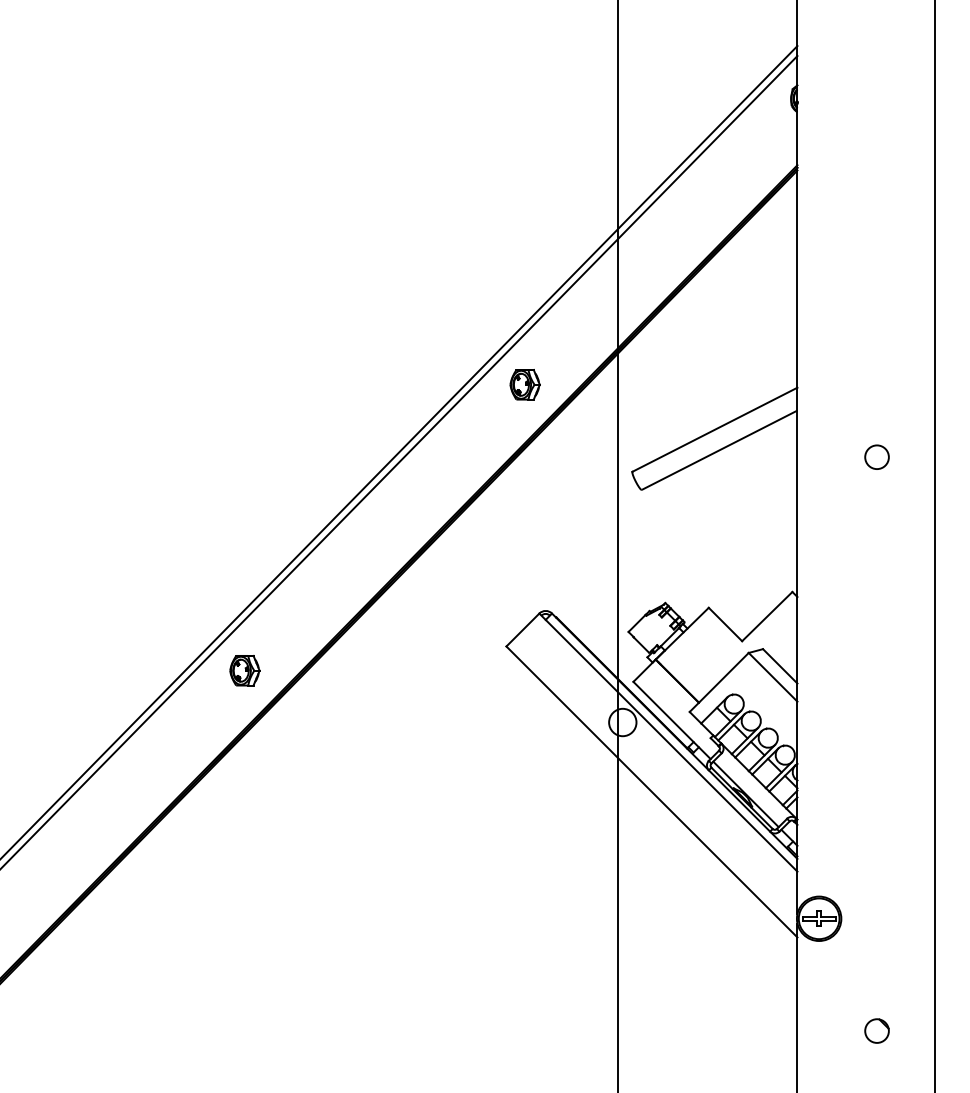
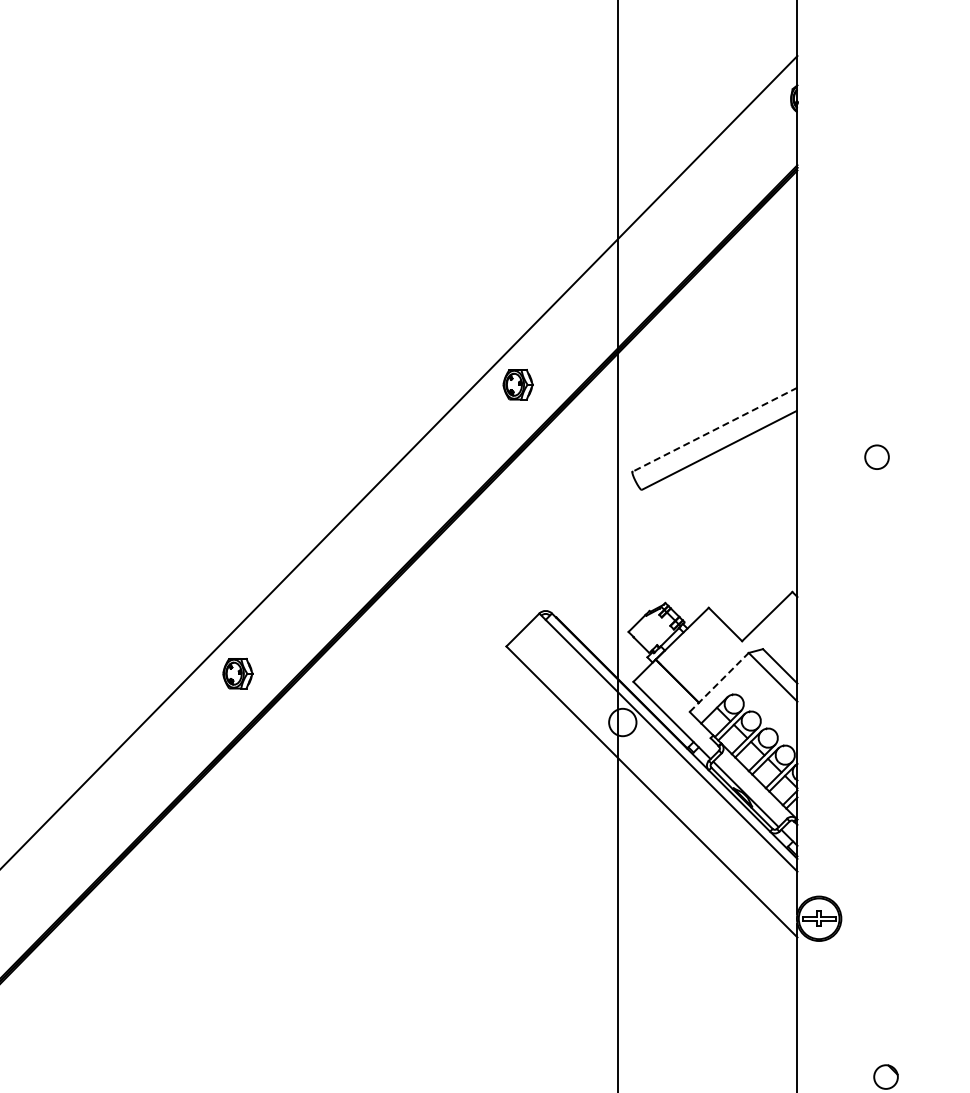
part at (524, 384) position: (524, 384) -> (517, 384)
line at (714, 429): solid -> dashed
line at (399, 451): present -> none
line at (934, 545): present -> none
part at (244, 670) position: (244, 670) -> (237, 673)
line at (719, 682): solid -> dashed
circle at (876, 1030) position: (876, 1030) -> (885, 1076)
